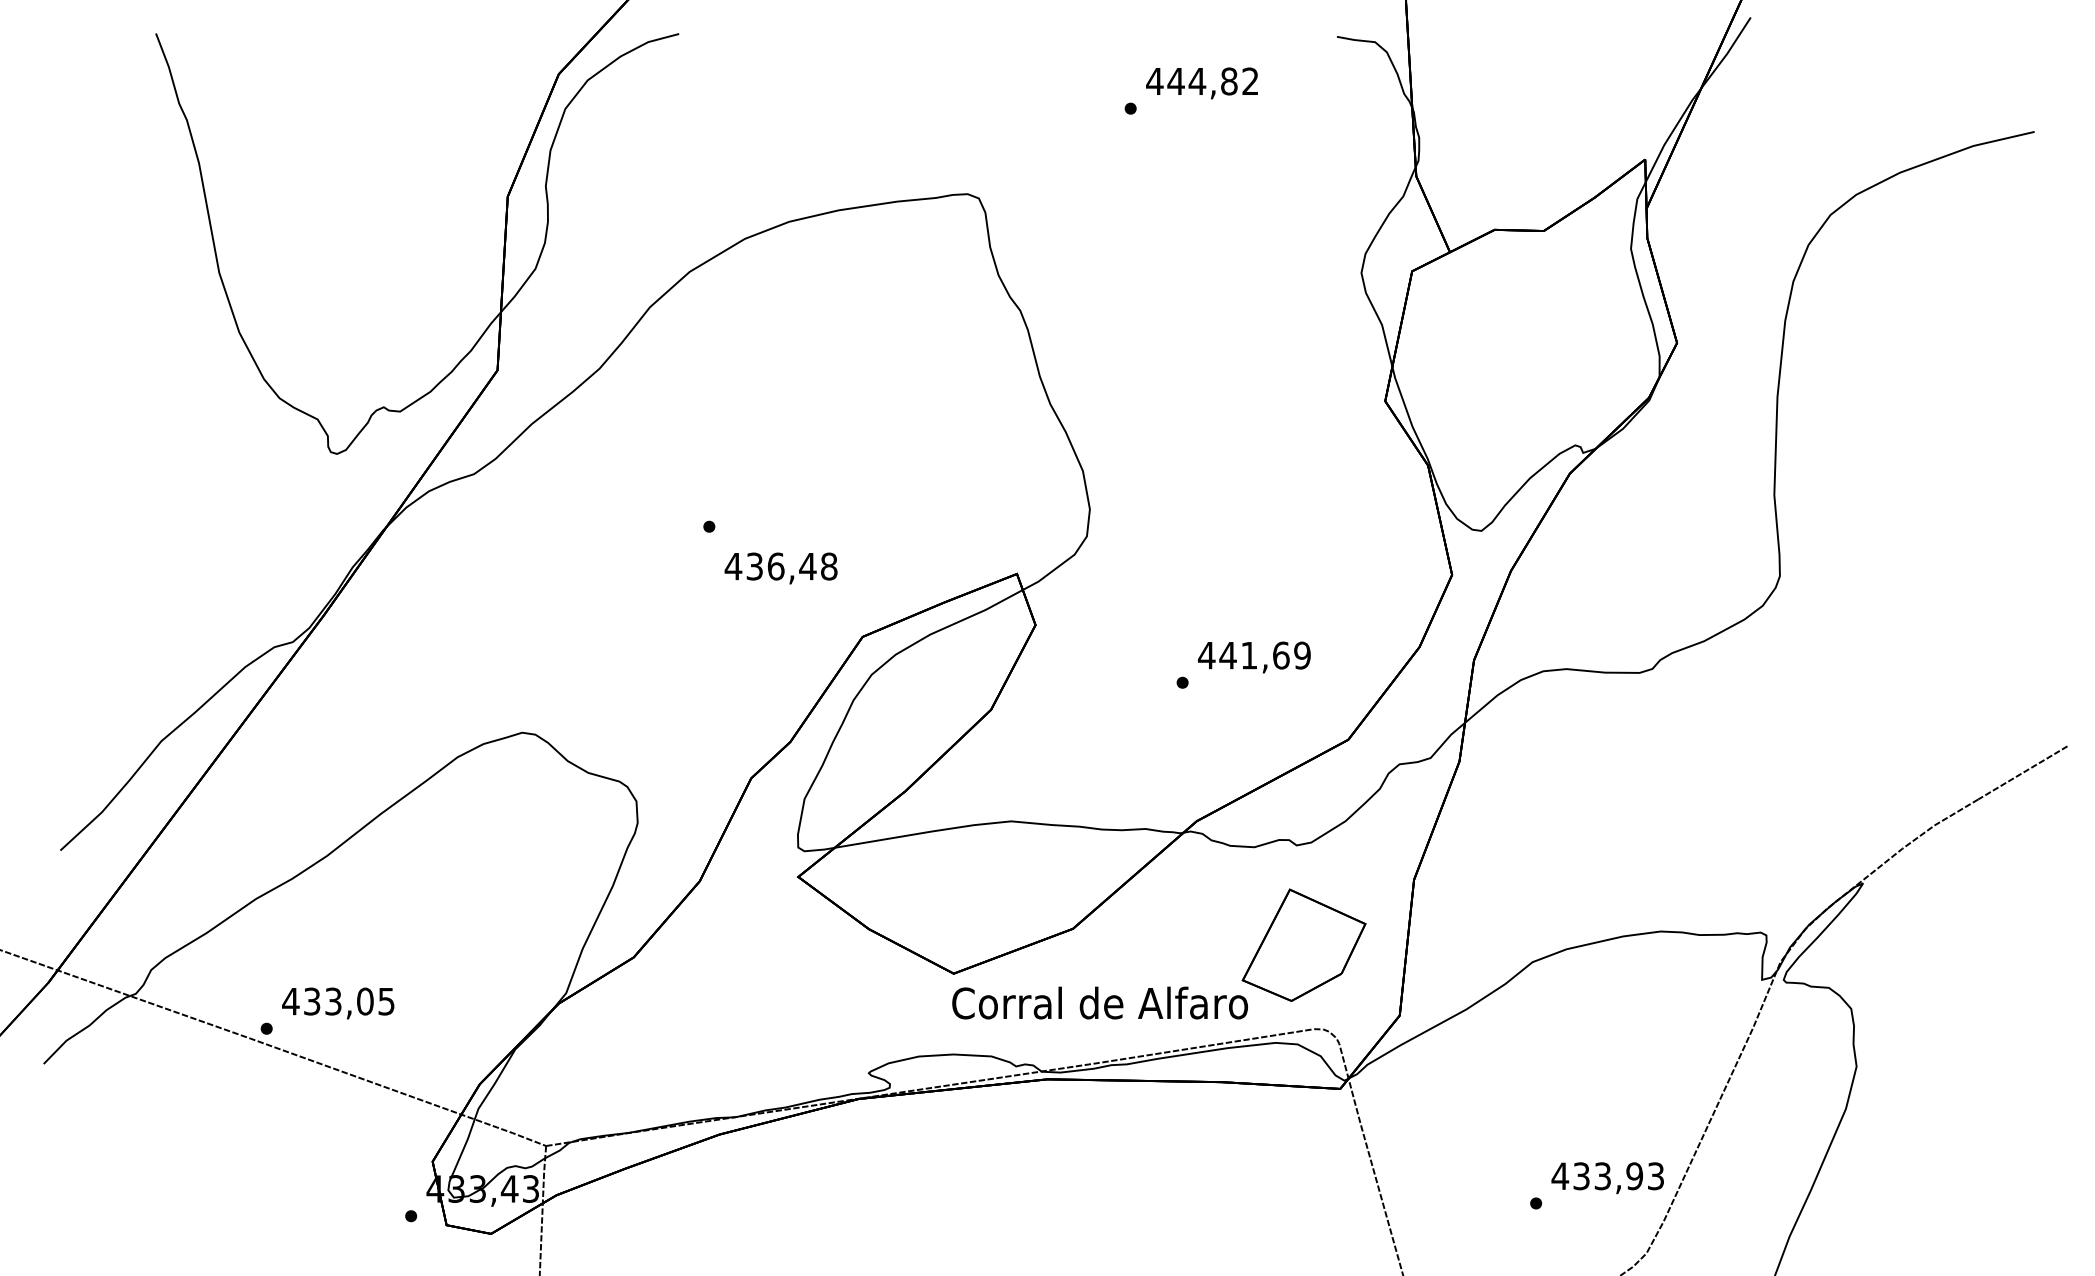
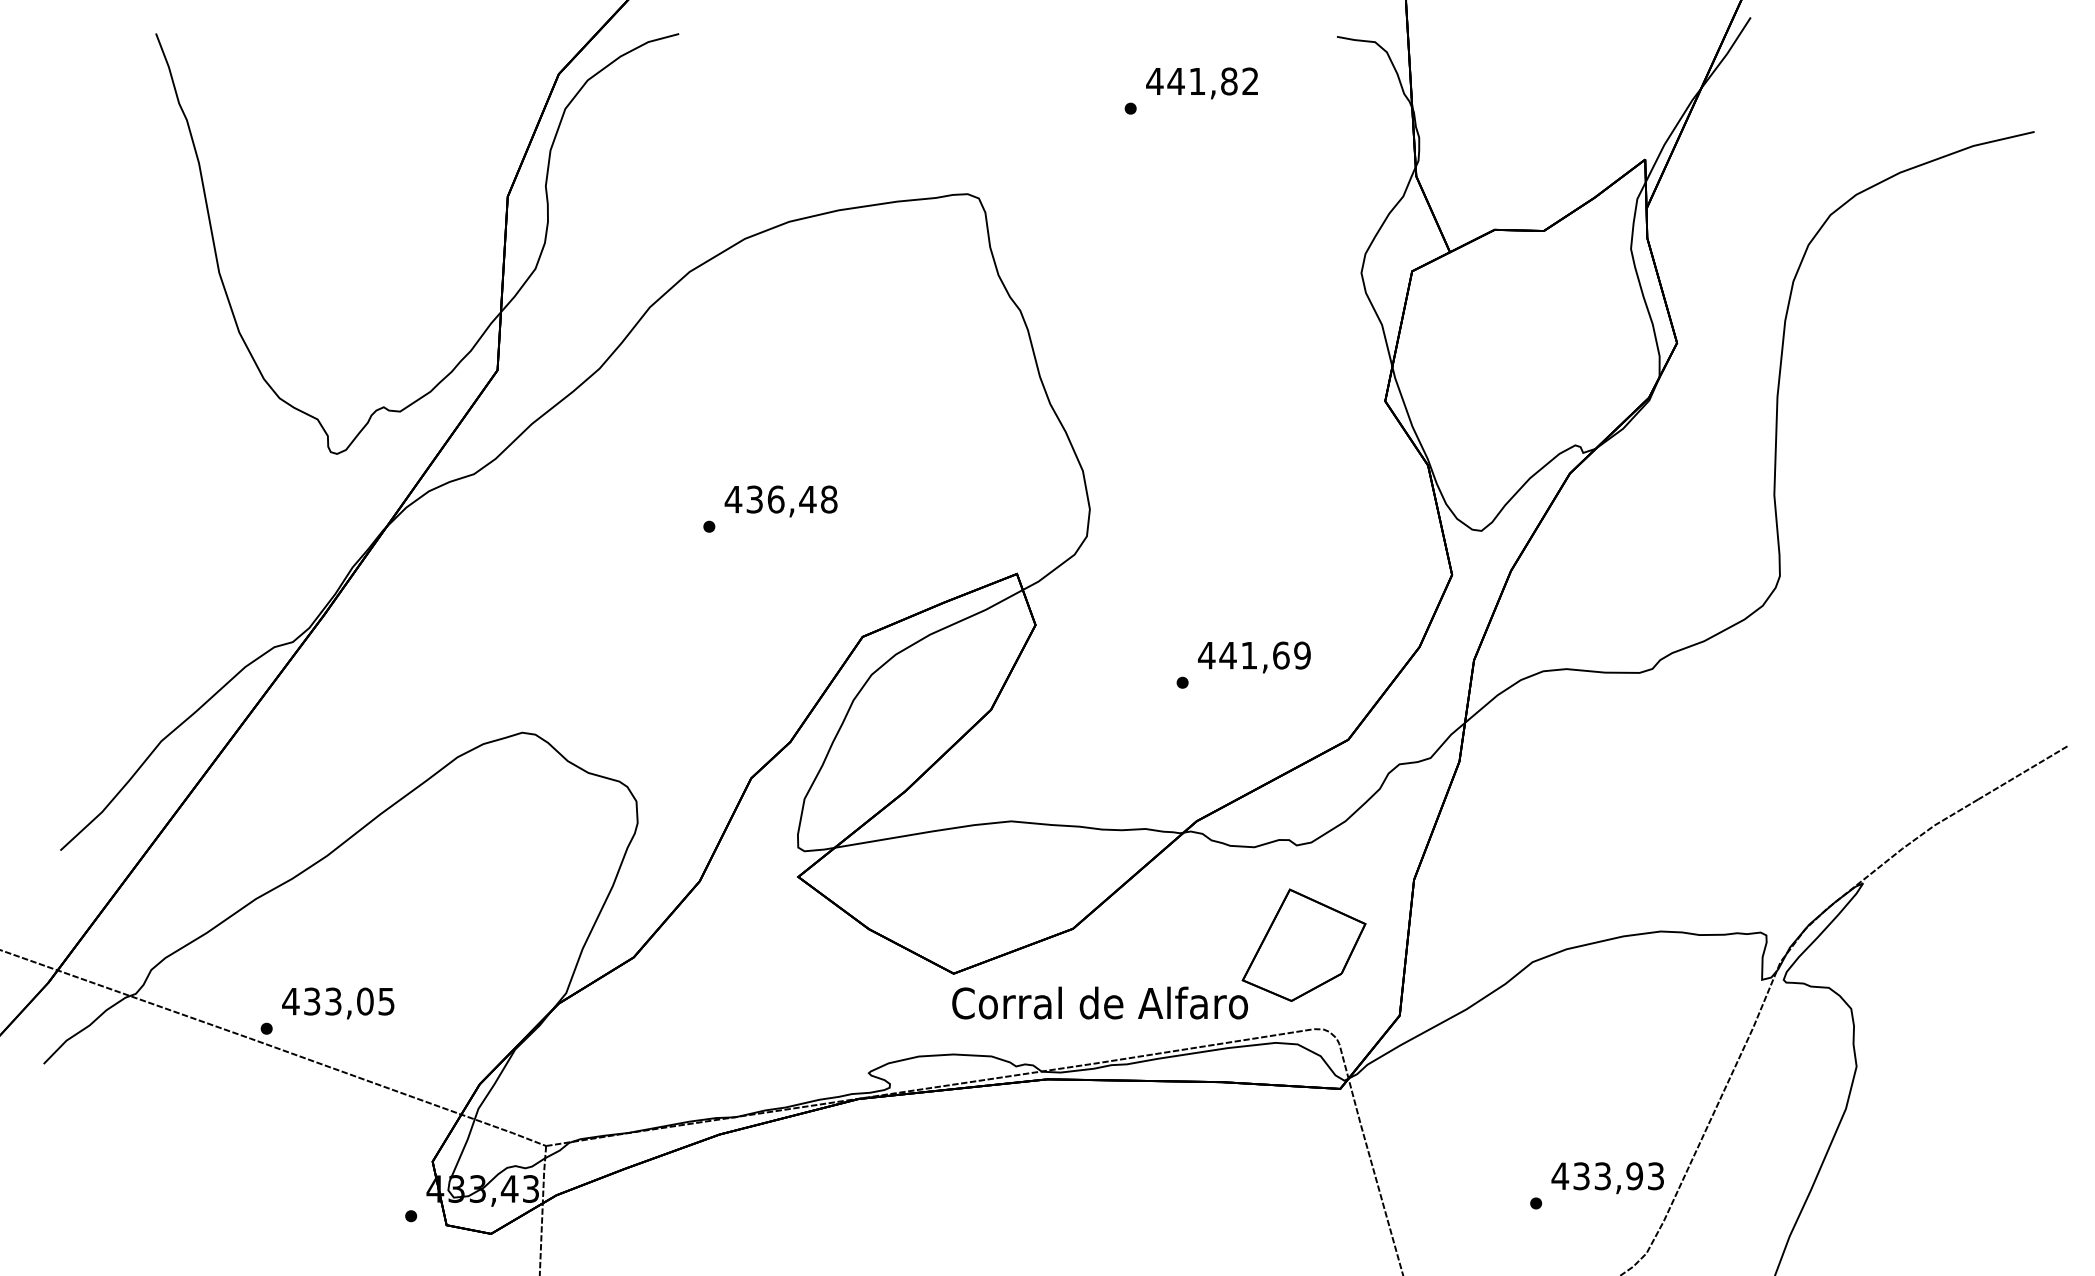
text at (1197, 81): 444,82 -> 441,82
text at (780, 568) position: (780, 568) -> (780, 501)
